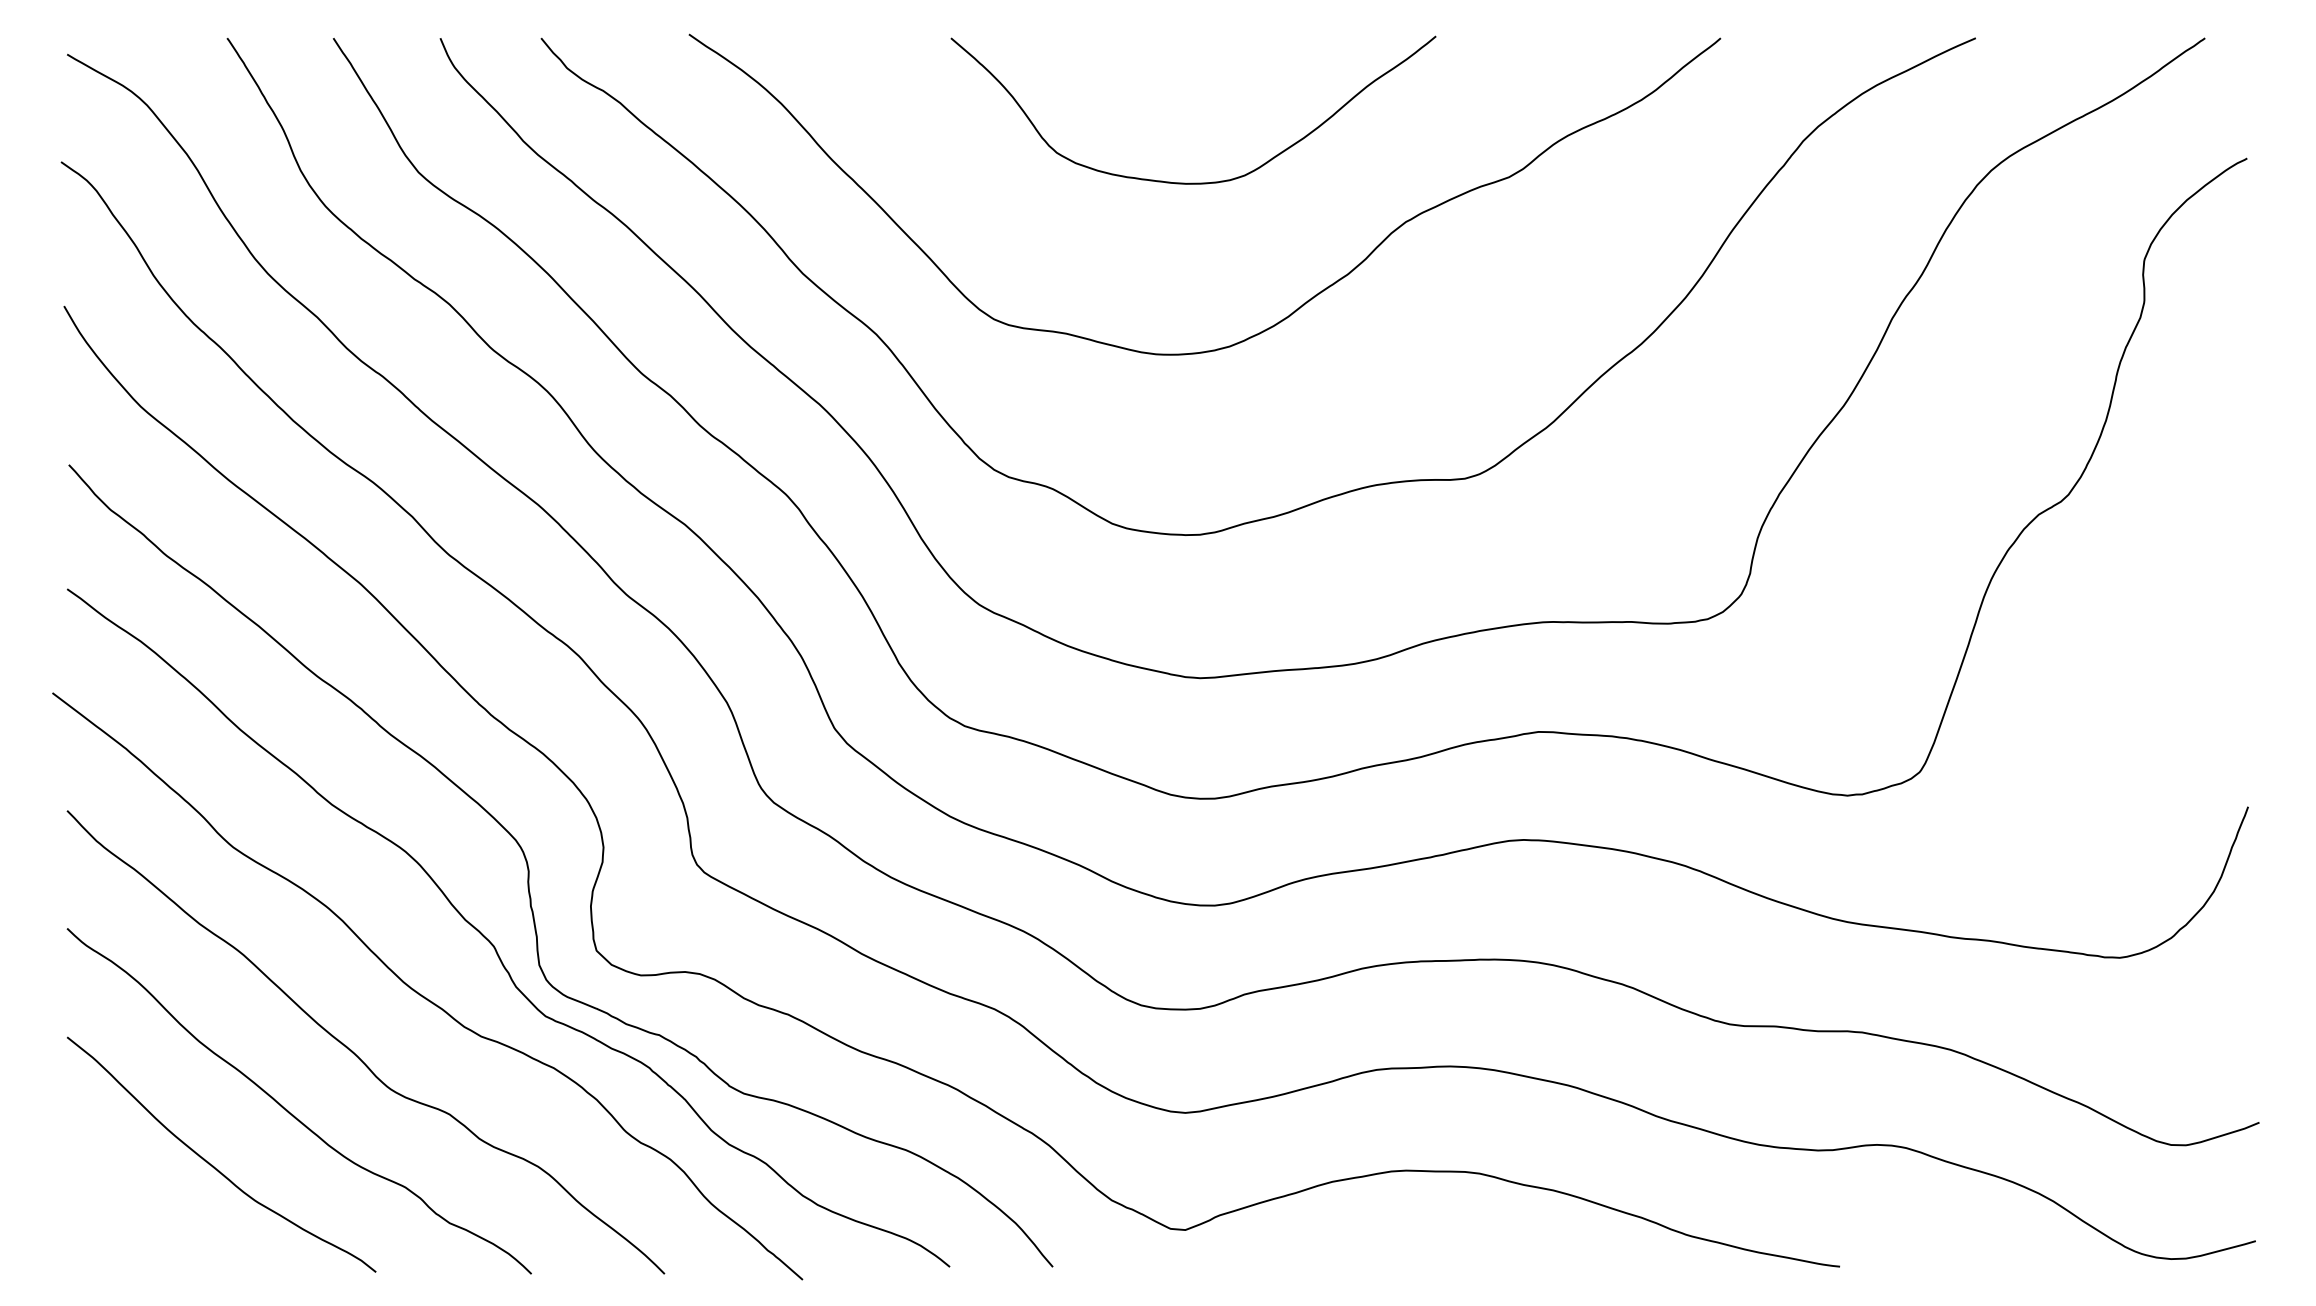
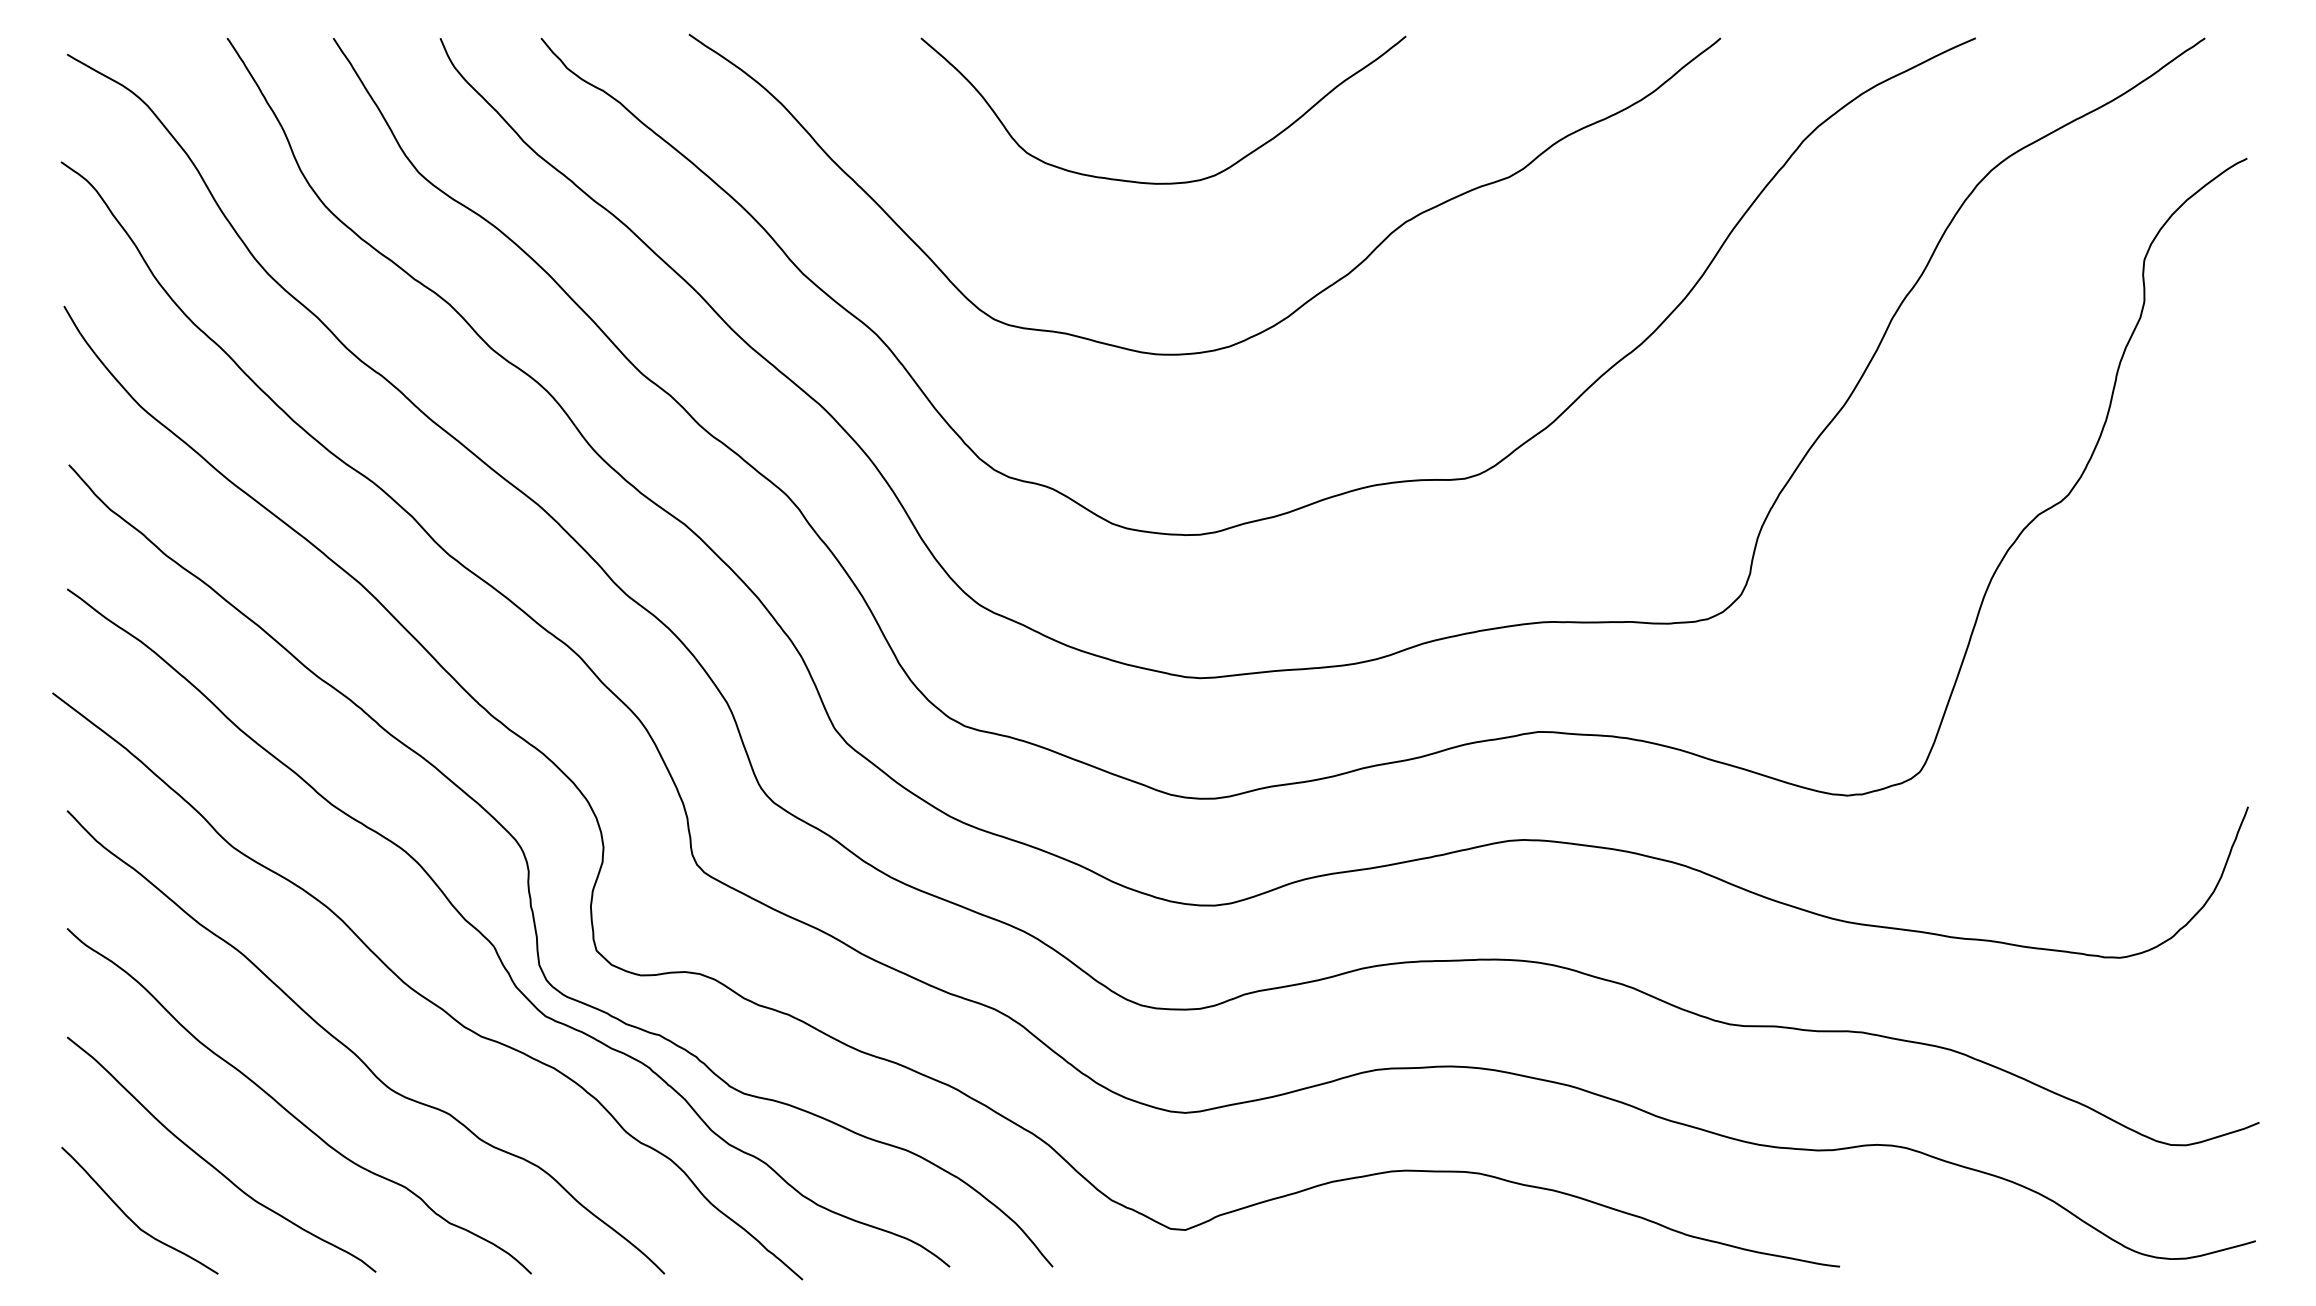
curve at (1193, 182) position: (1193, 182) -> (1163, 182)
curve at (130, 1218): none -> present
